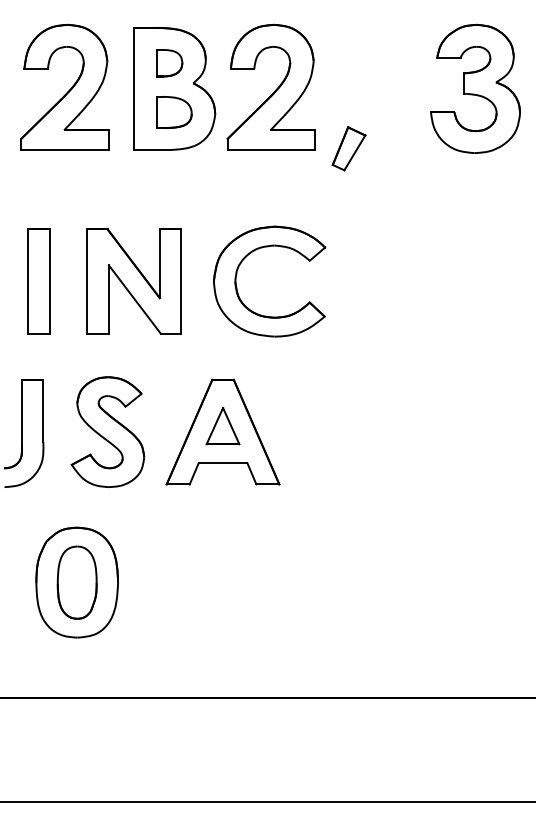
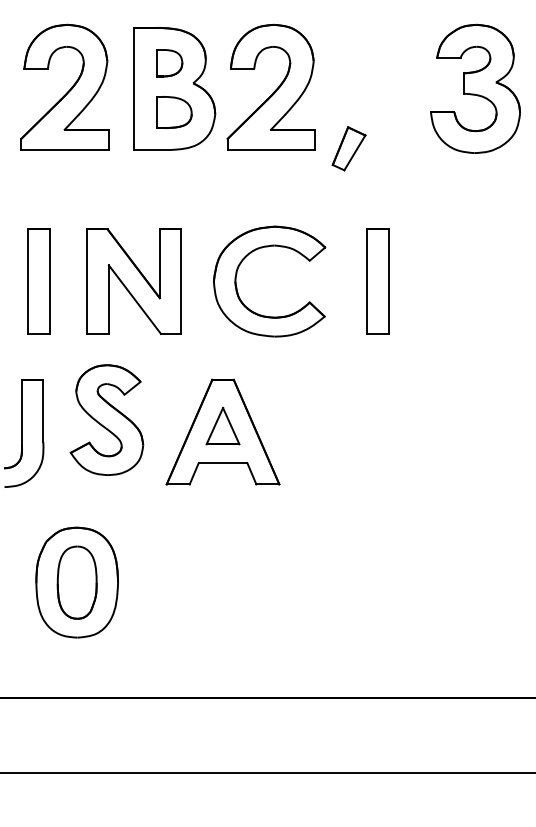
part at (377, 281): none -> present
part at (107, 431) position: (107, 431) -> (106, 419)
line at (267, 802) position: (267, 802) -> (267, 773)
